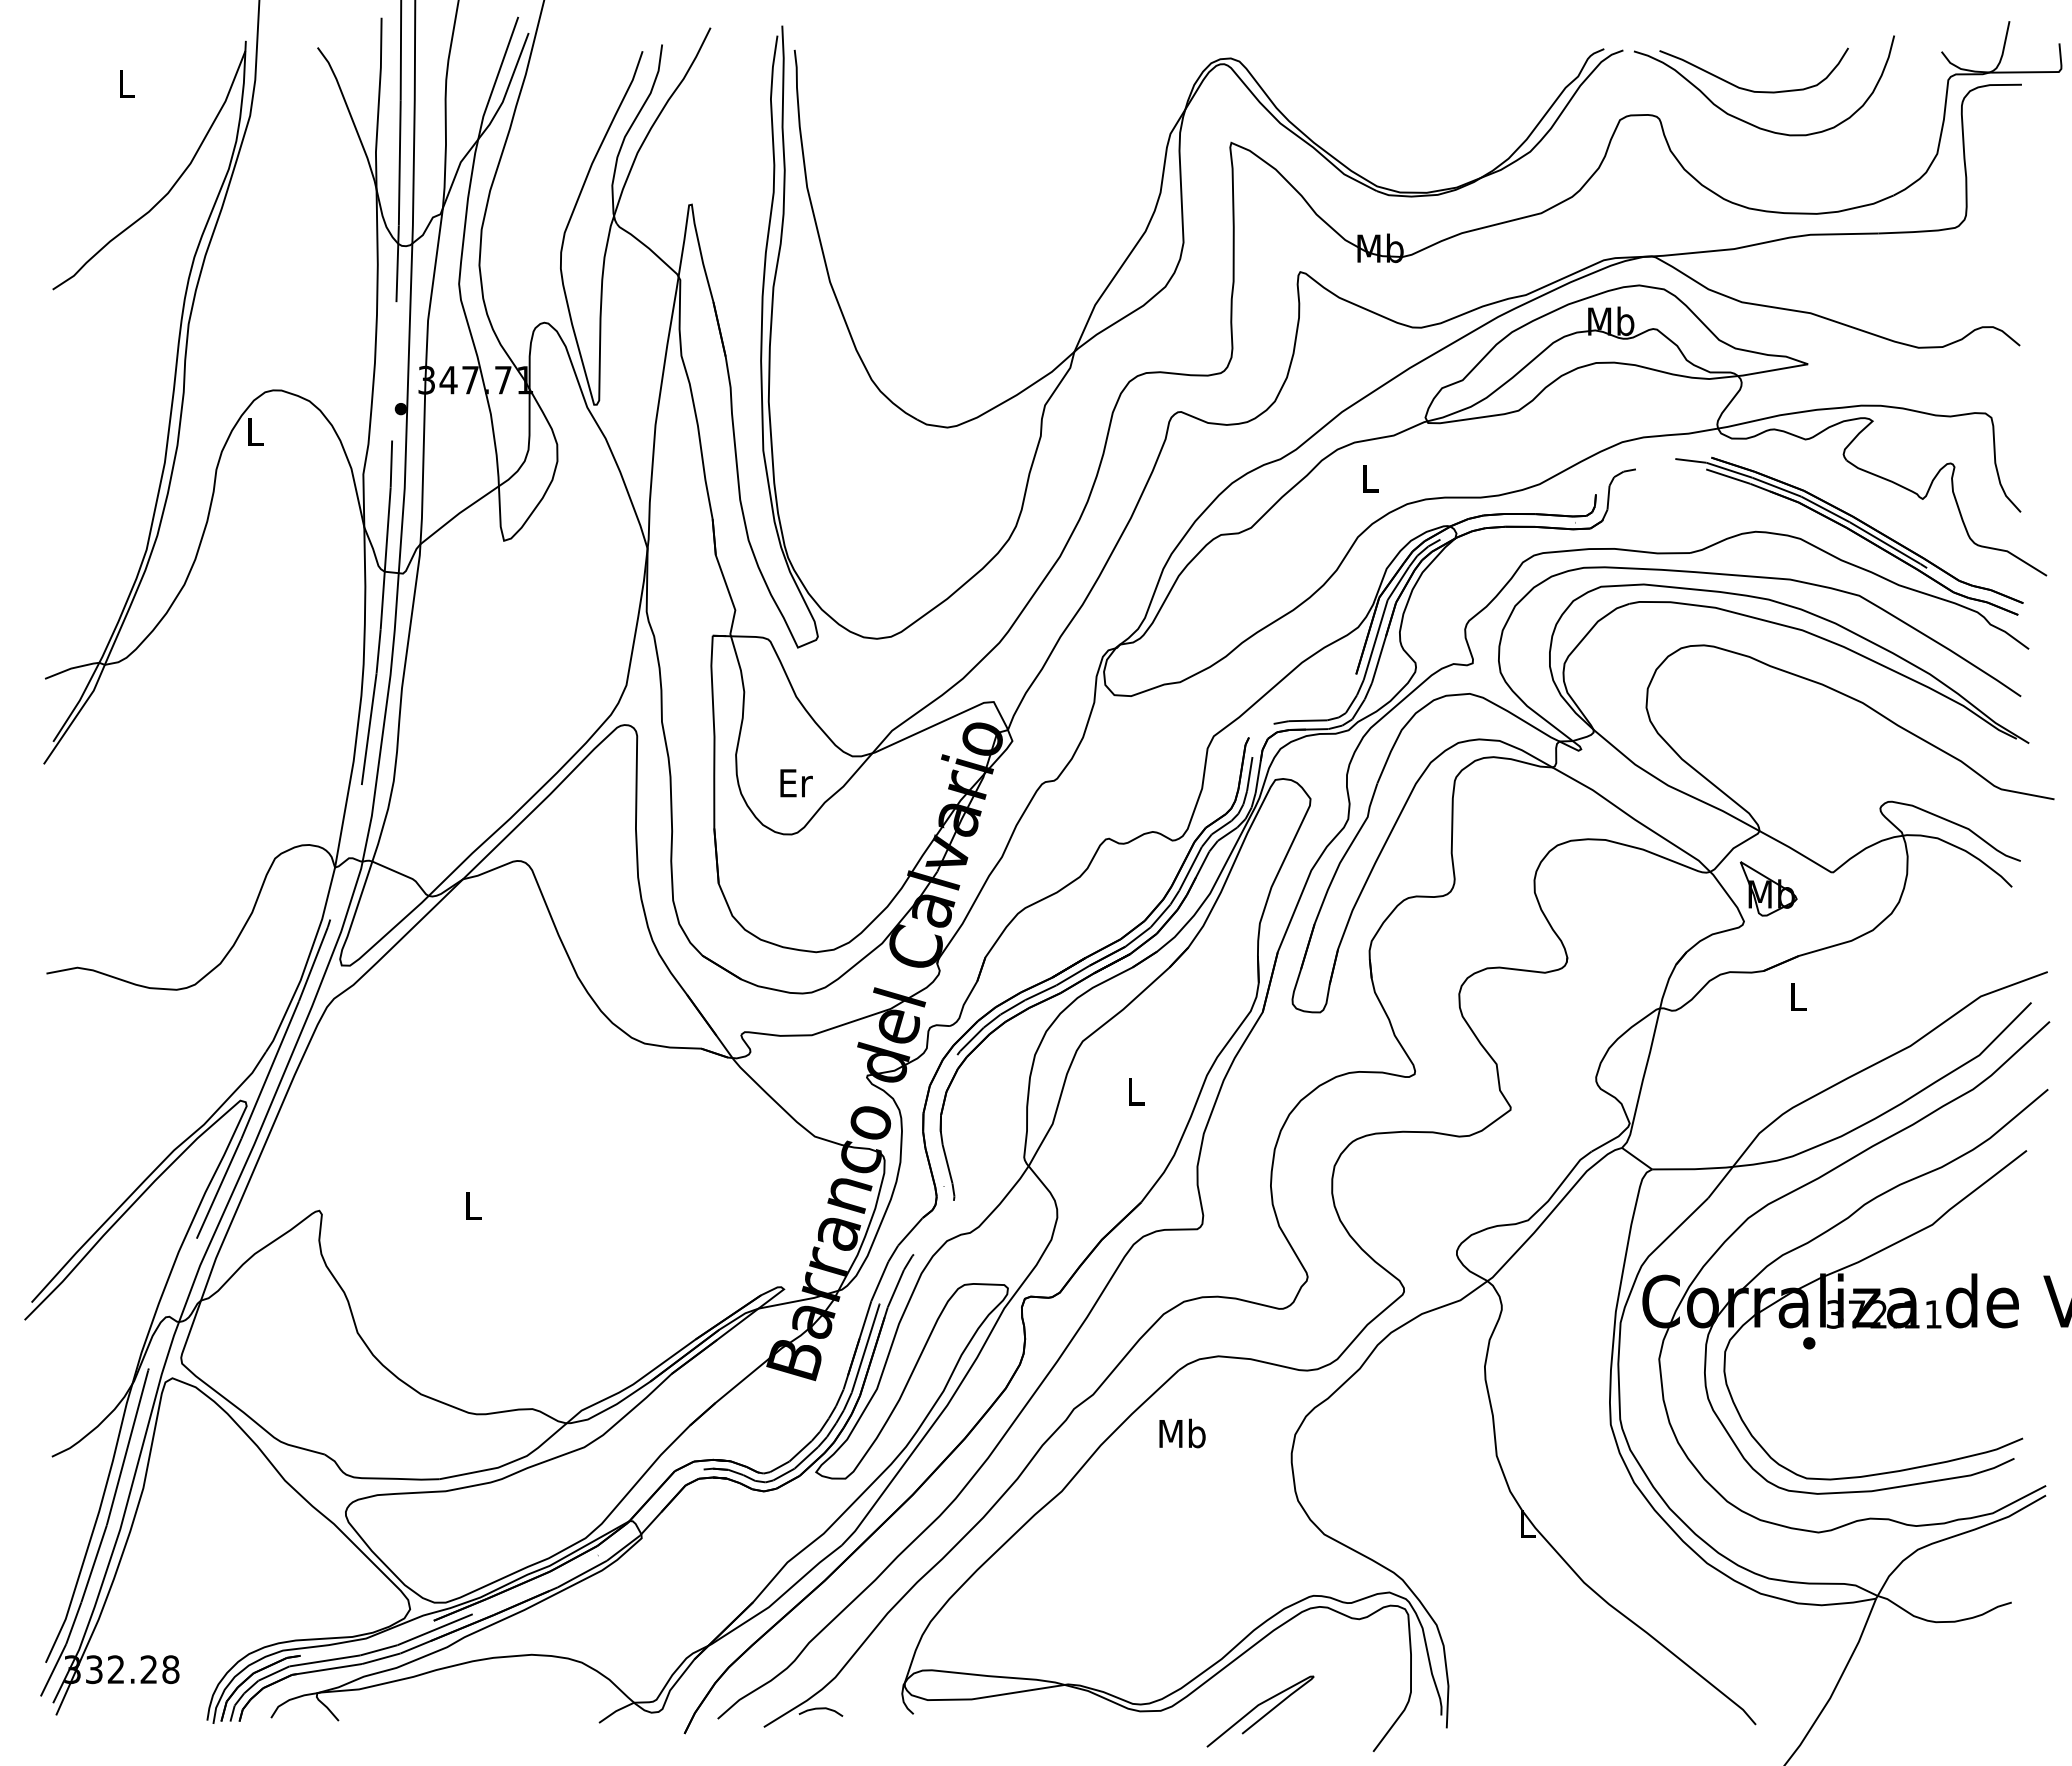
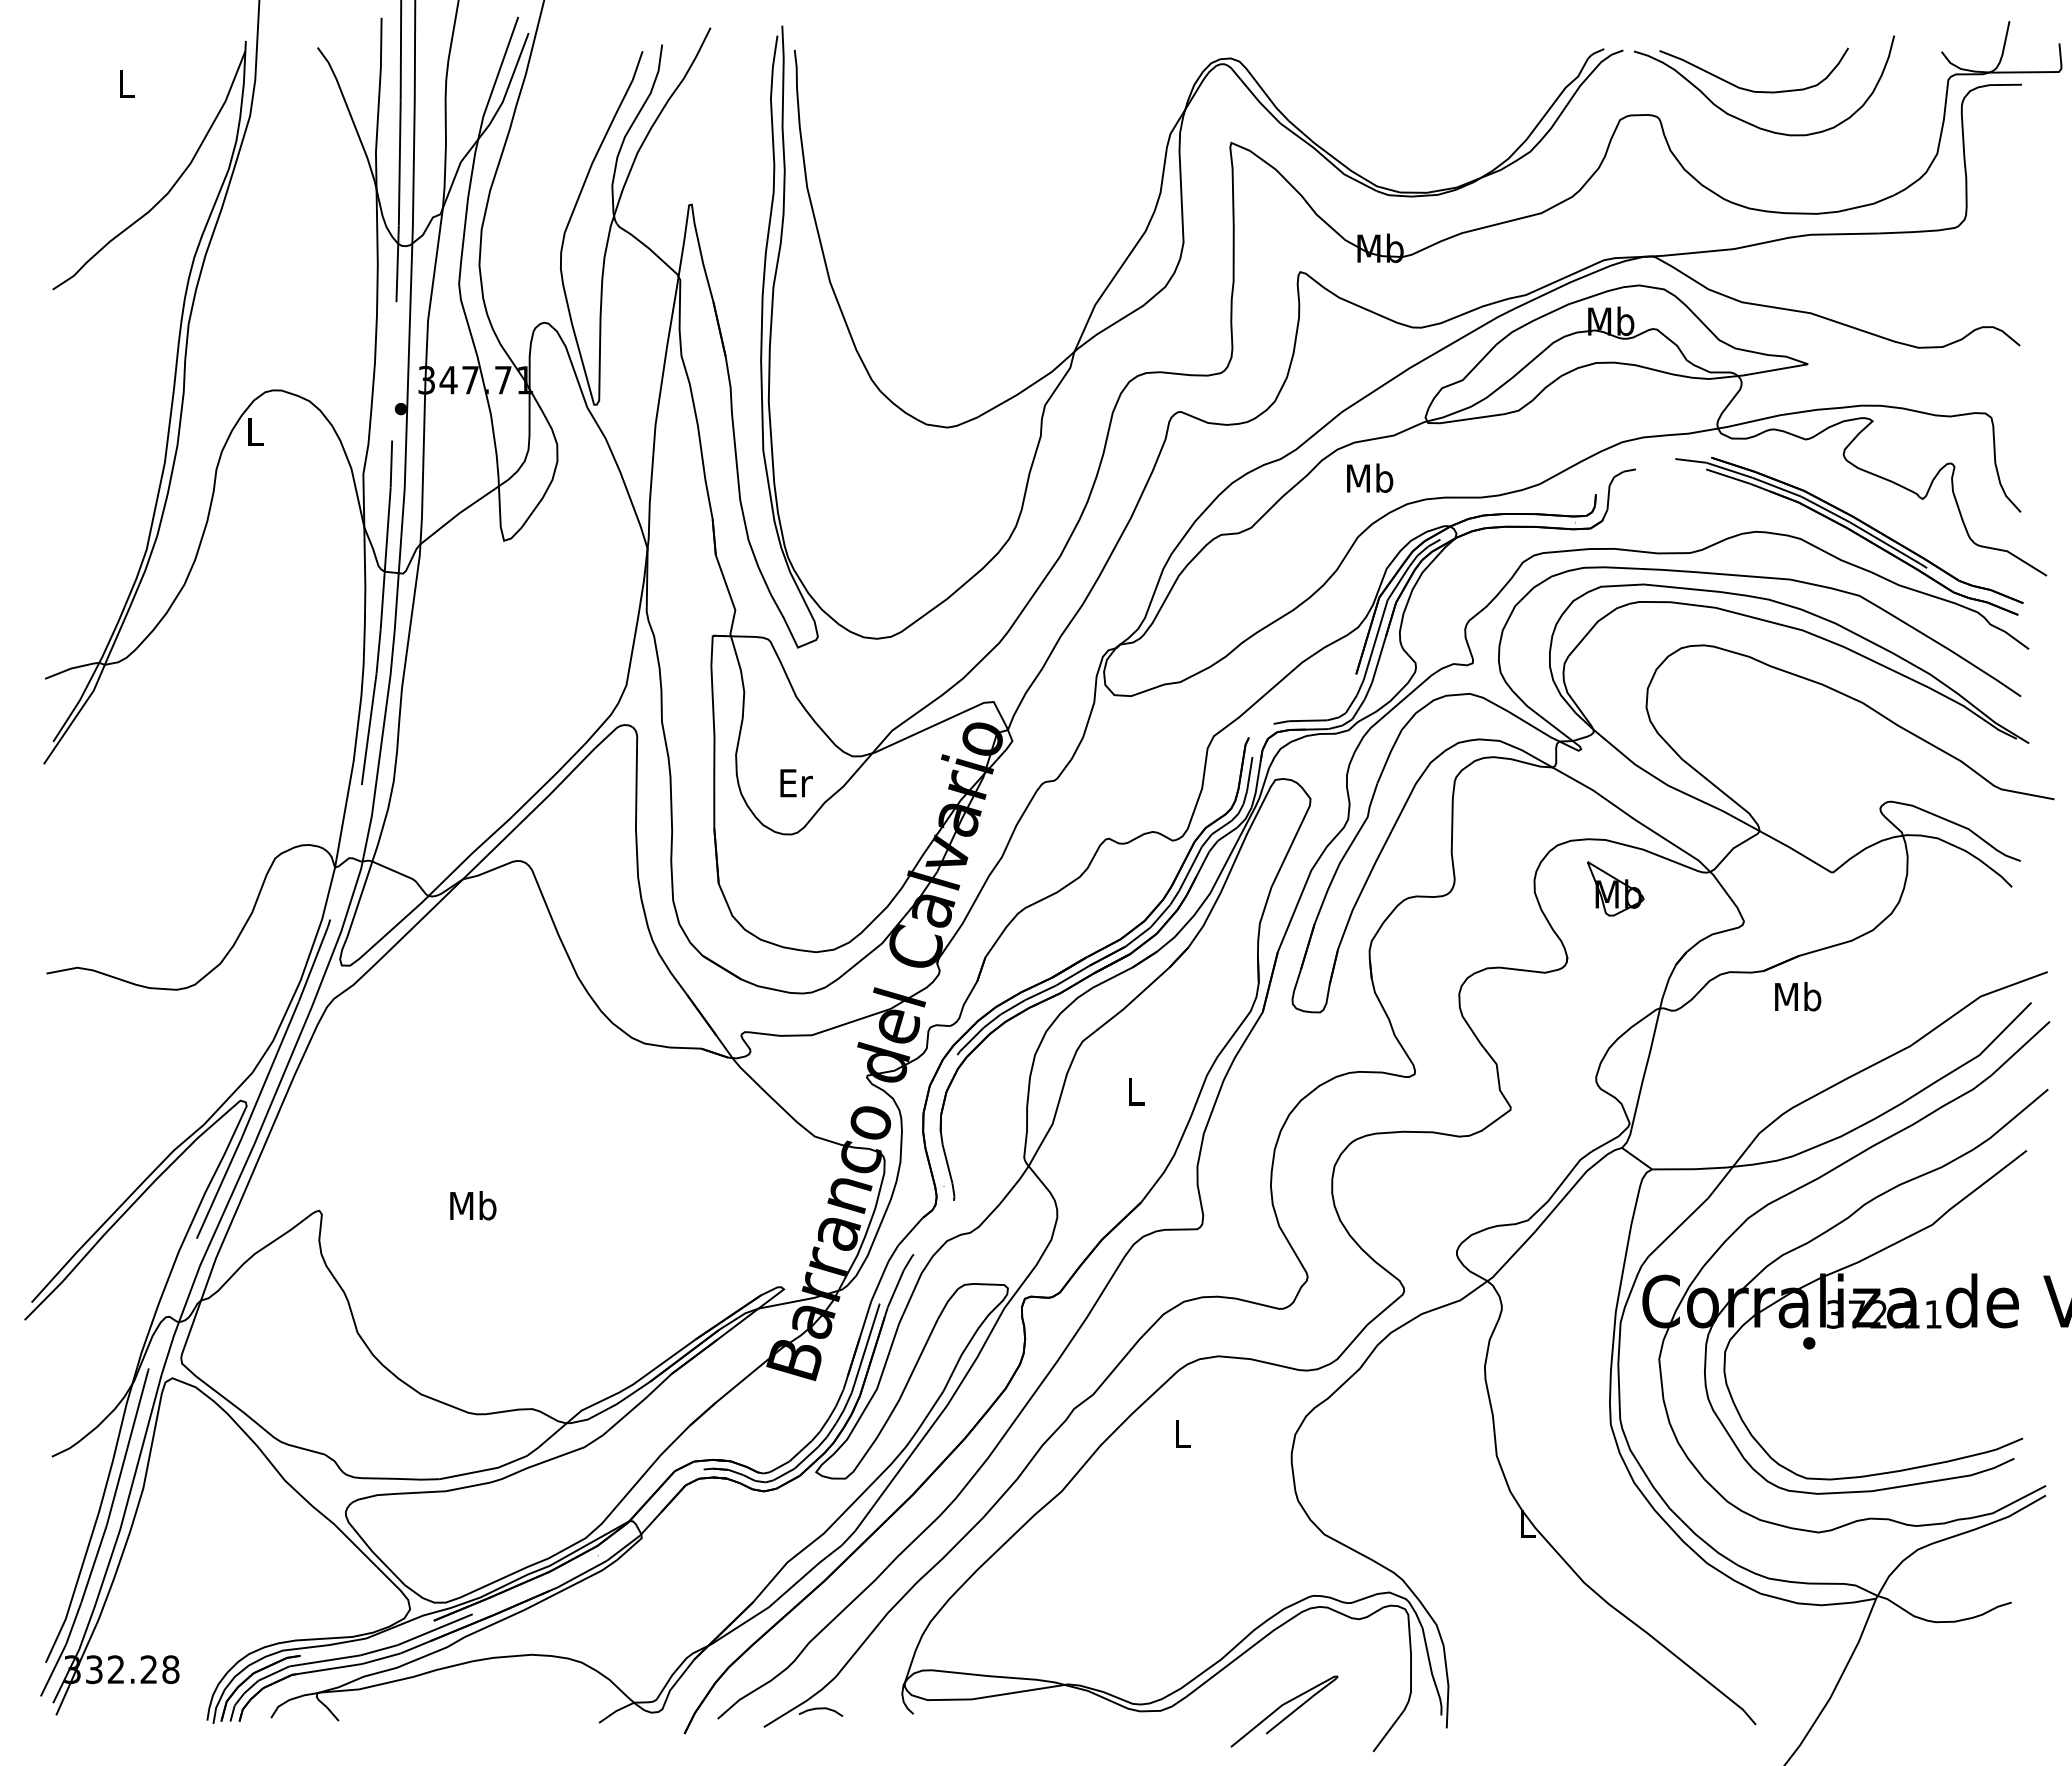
text at (1370, 477): L -> Mb
part at (1768, 888) position: (1768, 888) -> (1615, 888)
text at (1798, 996): L -> Mb
text at (473, 1205): L -> Mb
text at (1182, 1433): Mb -> L
curve at (1257, 1707) position: (1257, 1707) -> (1281, 1707)
